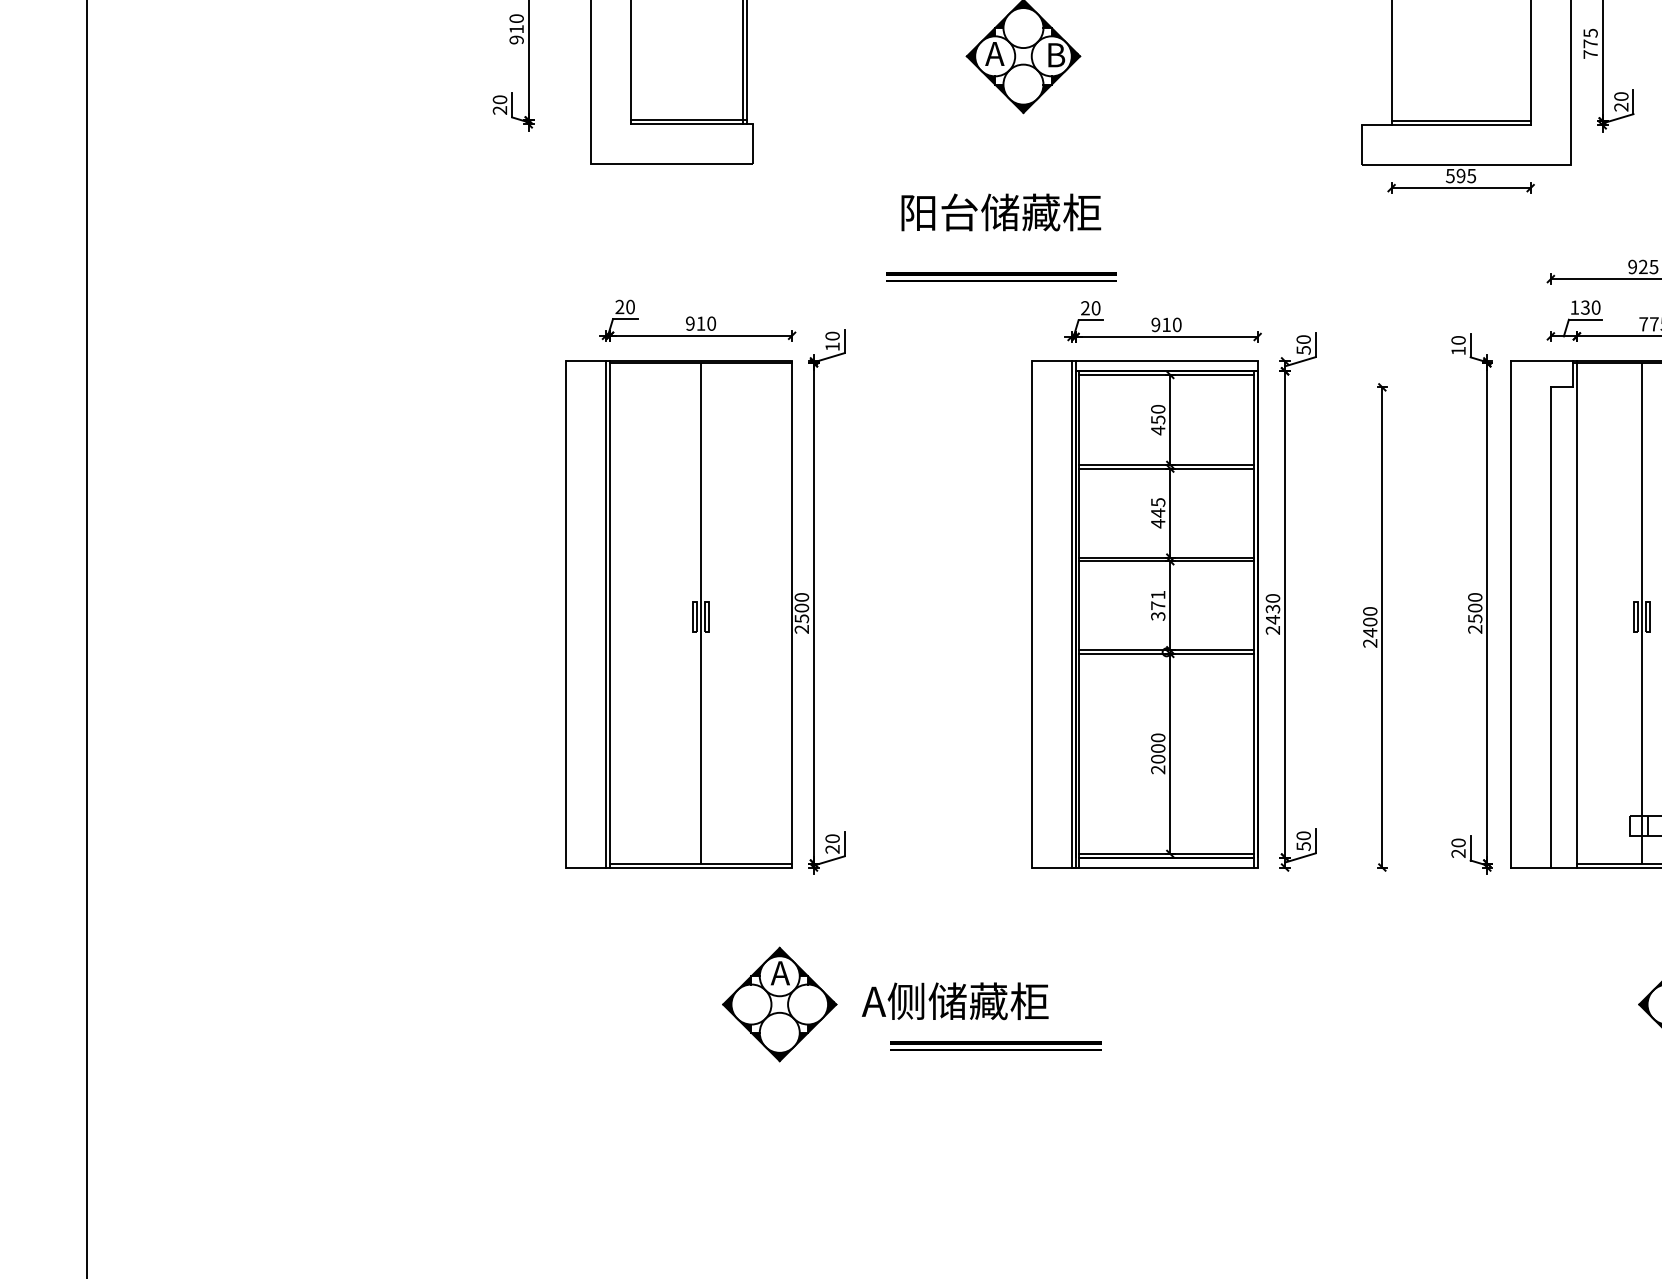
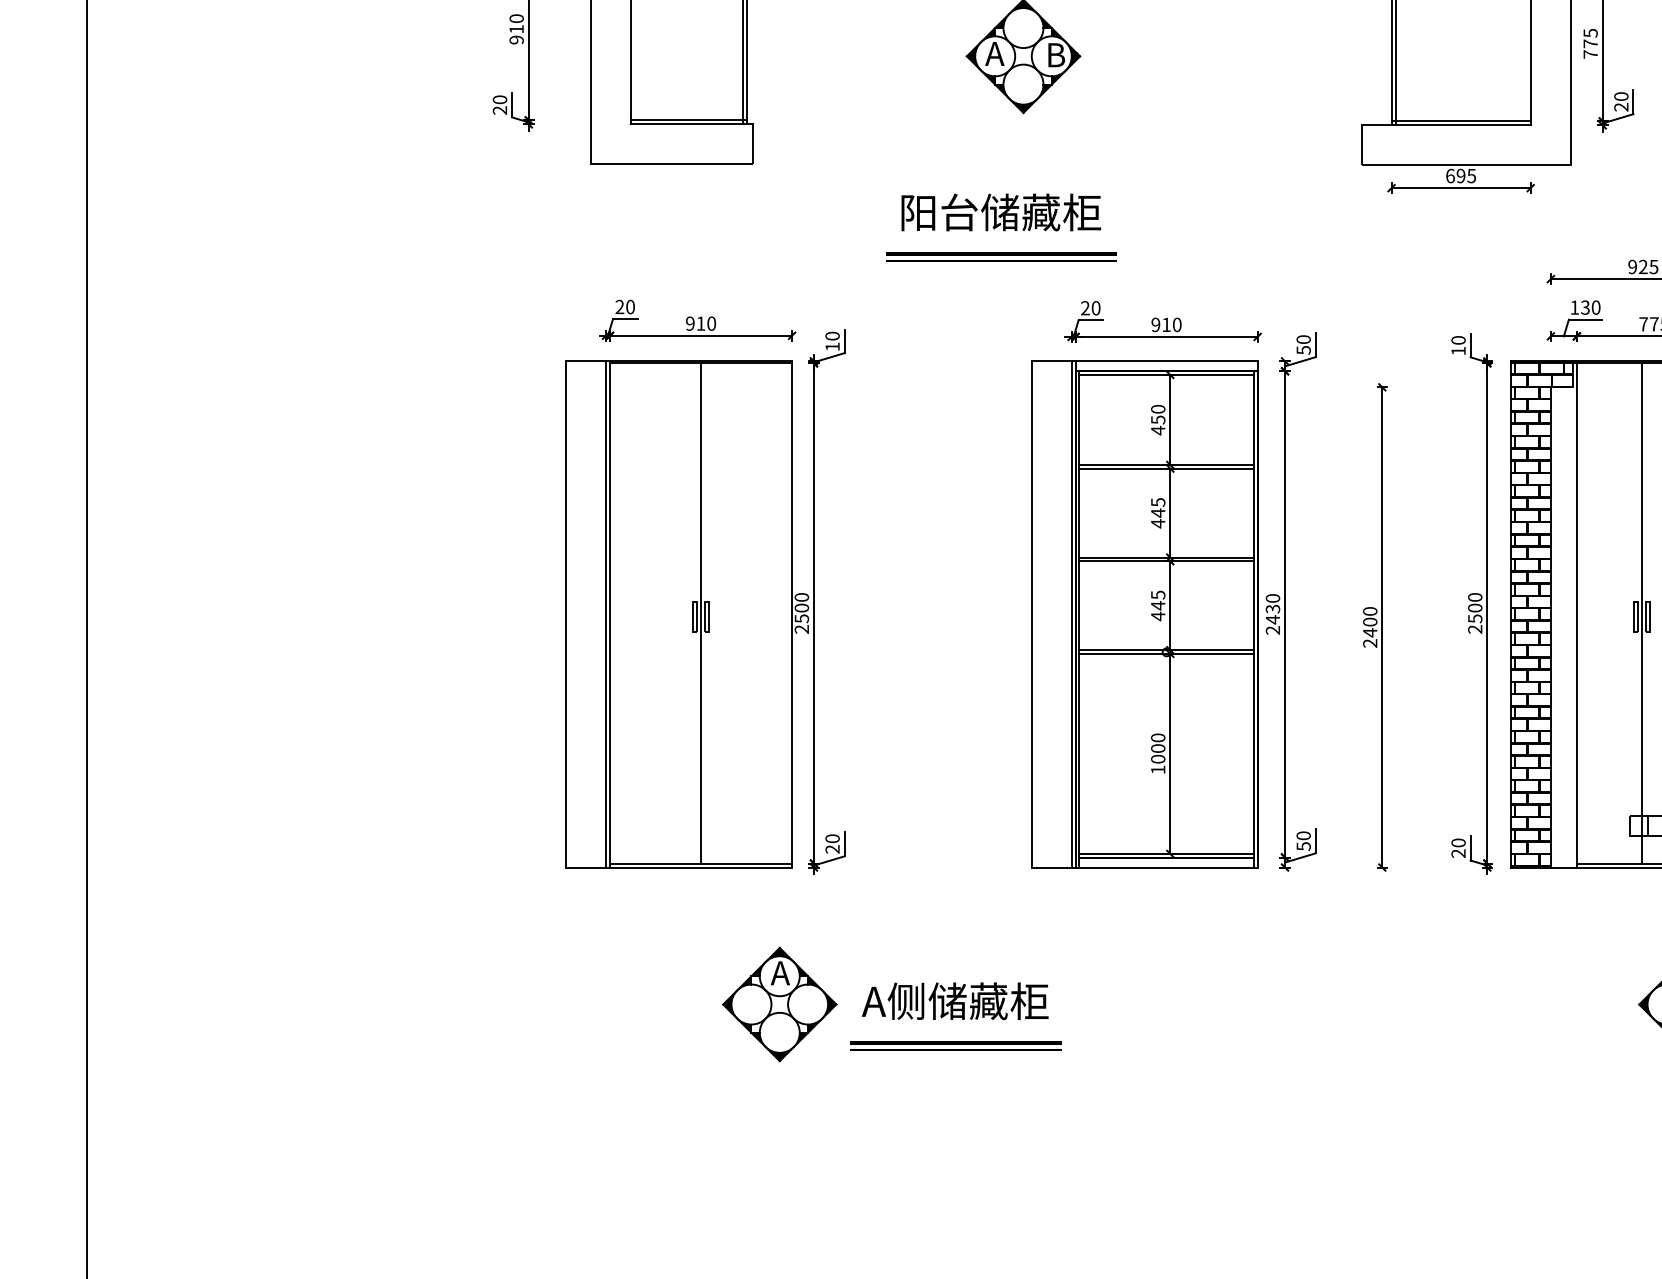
line at (1395, 63): none -> present
text at (1449, 175): 595 -> 695
part at (1001, 276) position: (1001, 276) -> (1001, 256)
text at (1158, 605): 371 -> 445
hatch at (1541, 614): none -> present
text at (1158, 769): 2000 -> 1000
part at (995, 1045) position: (995, 1045) -> (955, 1045)
